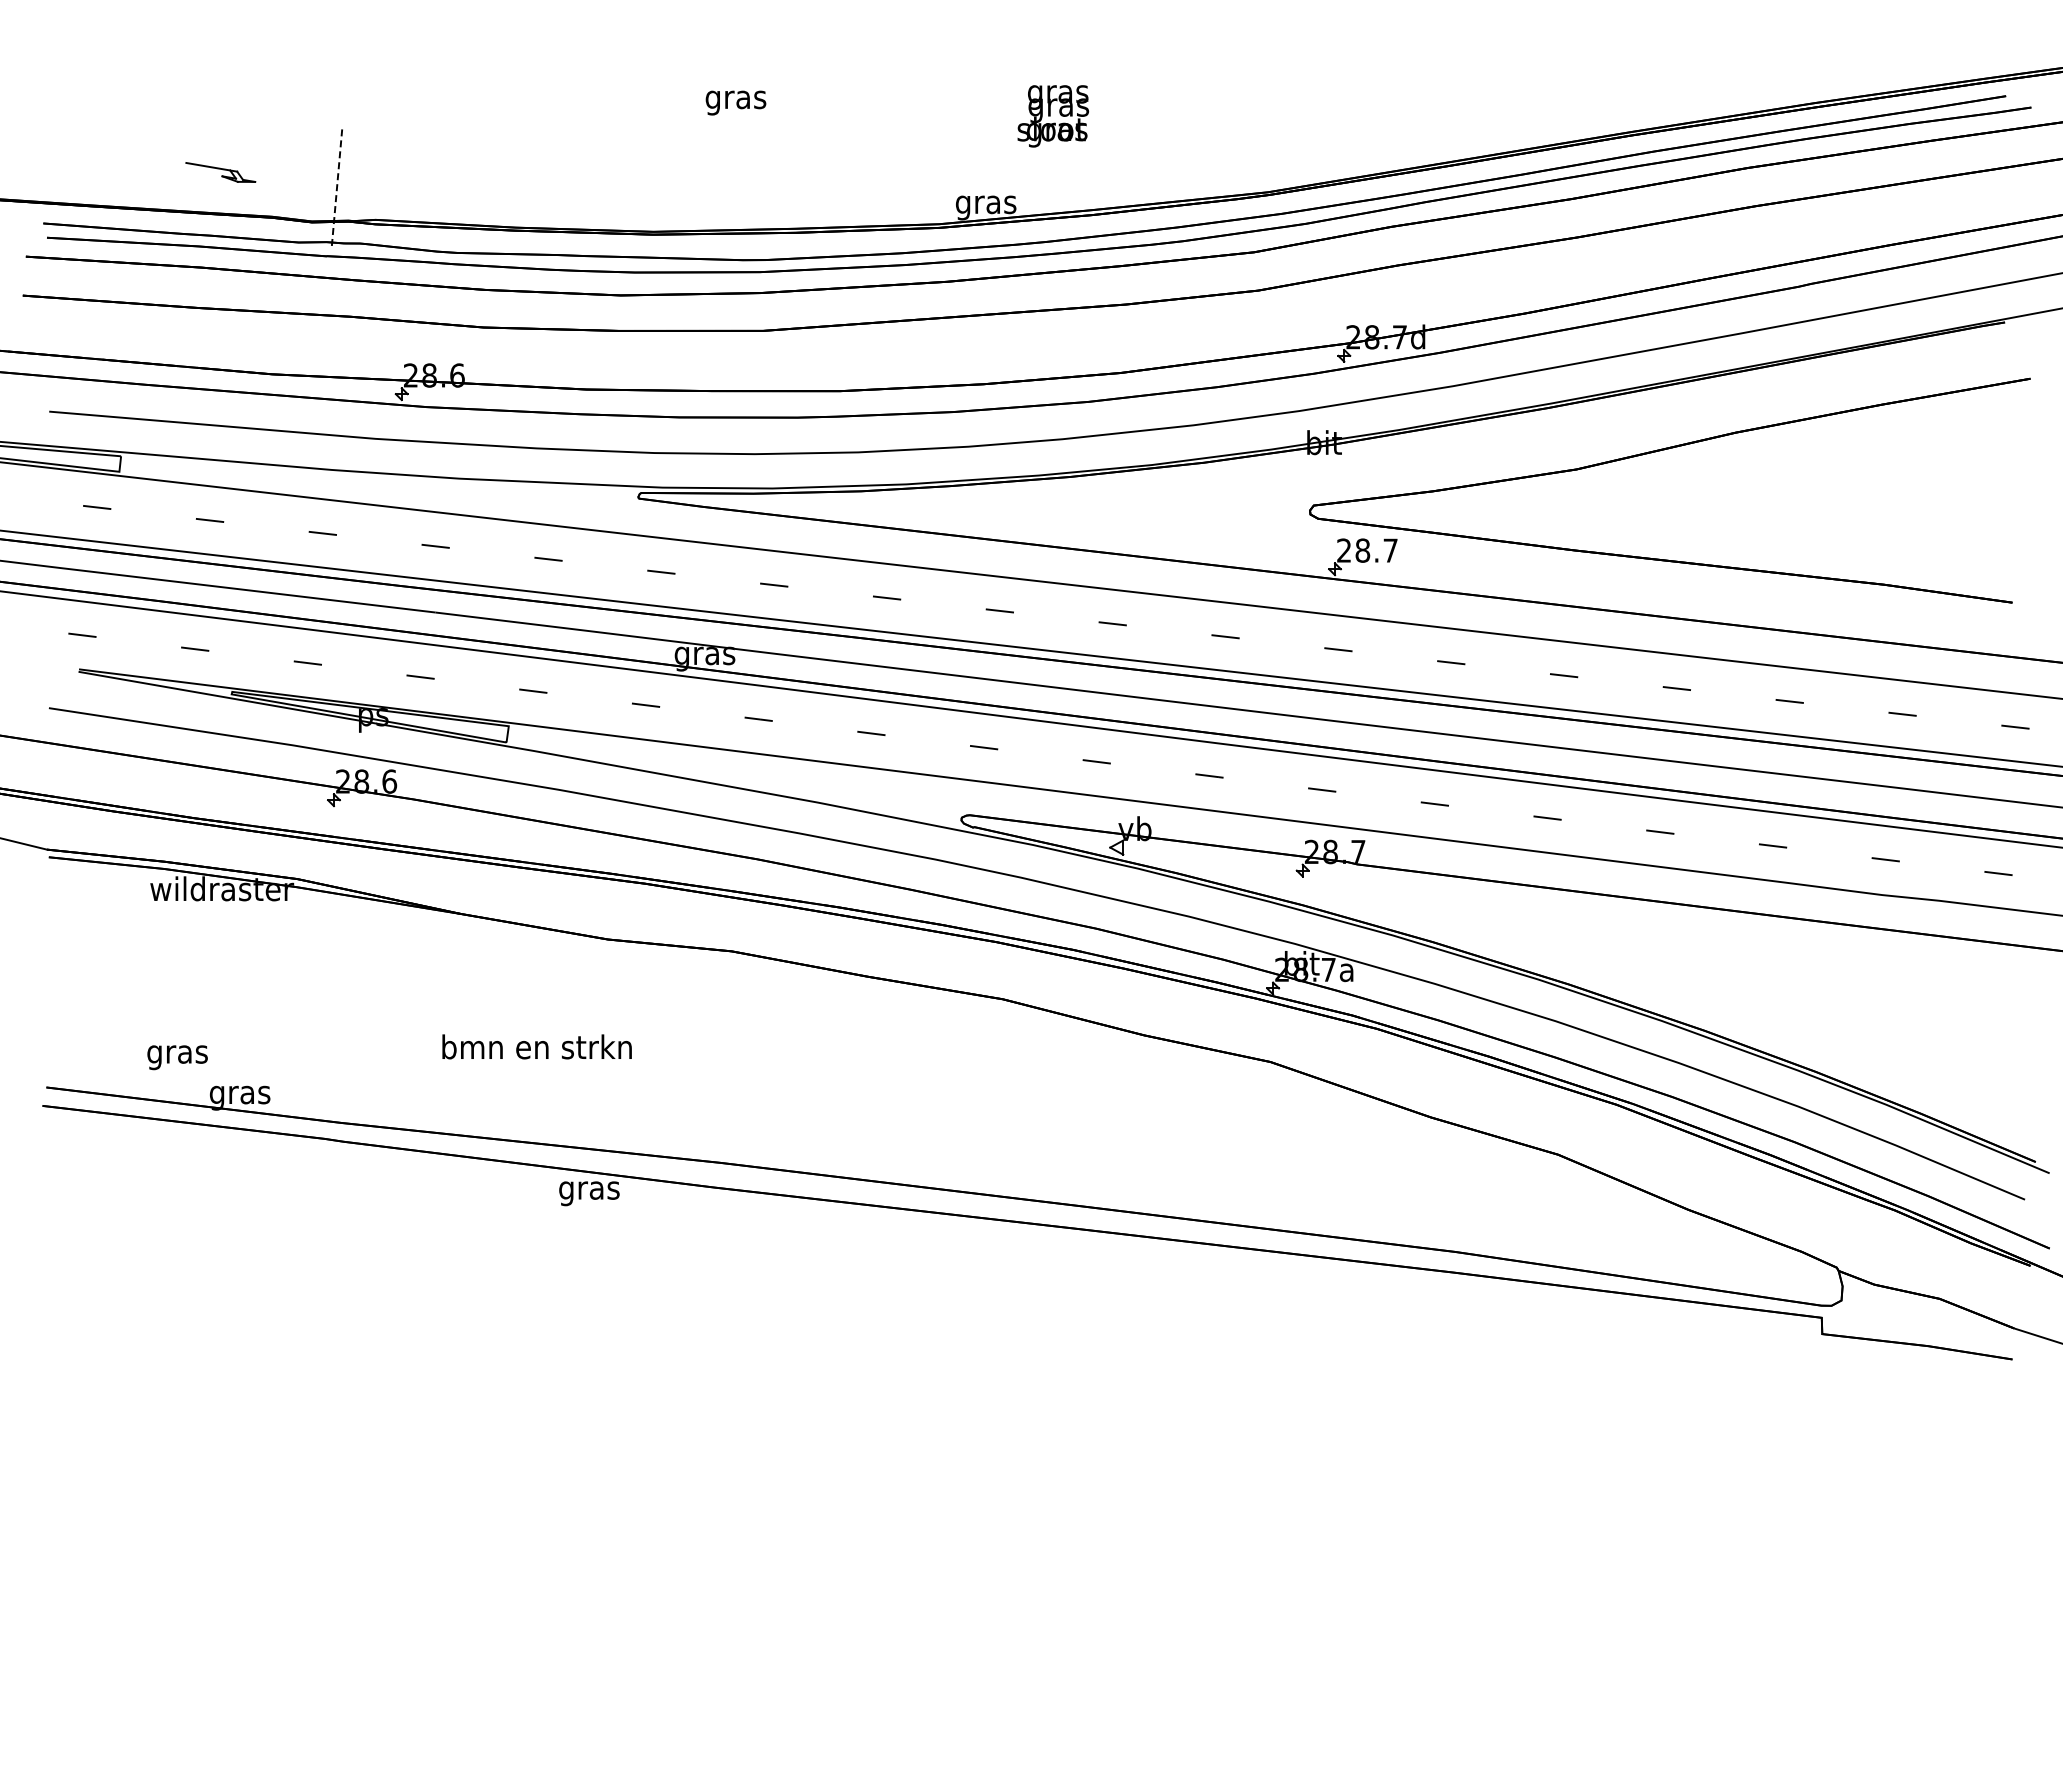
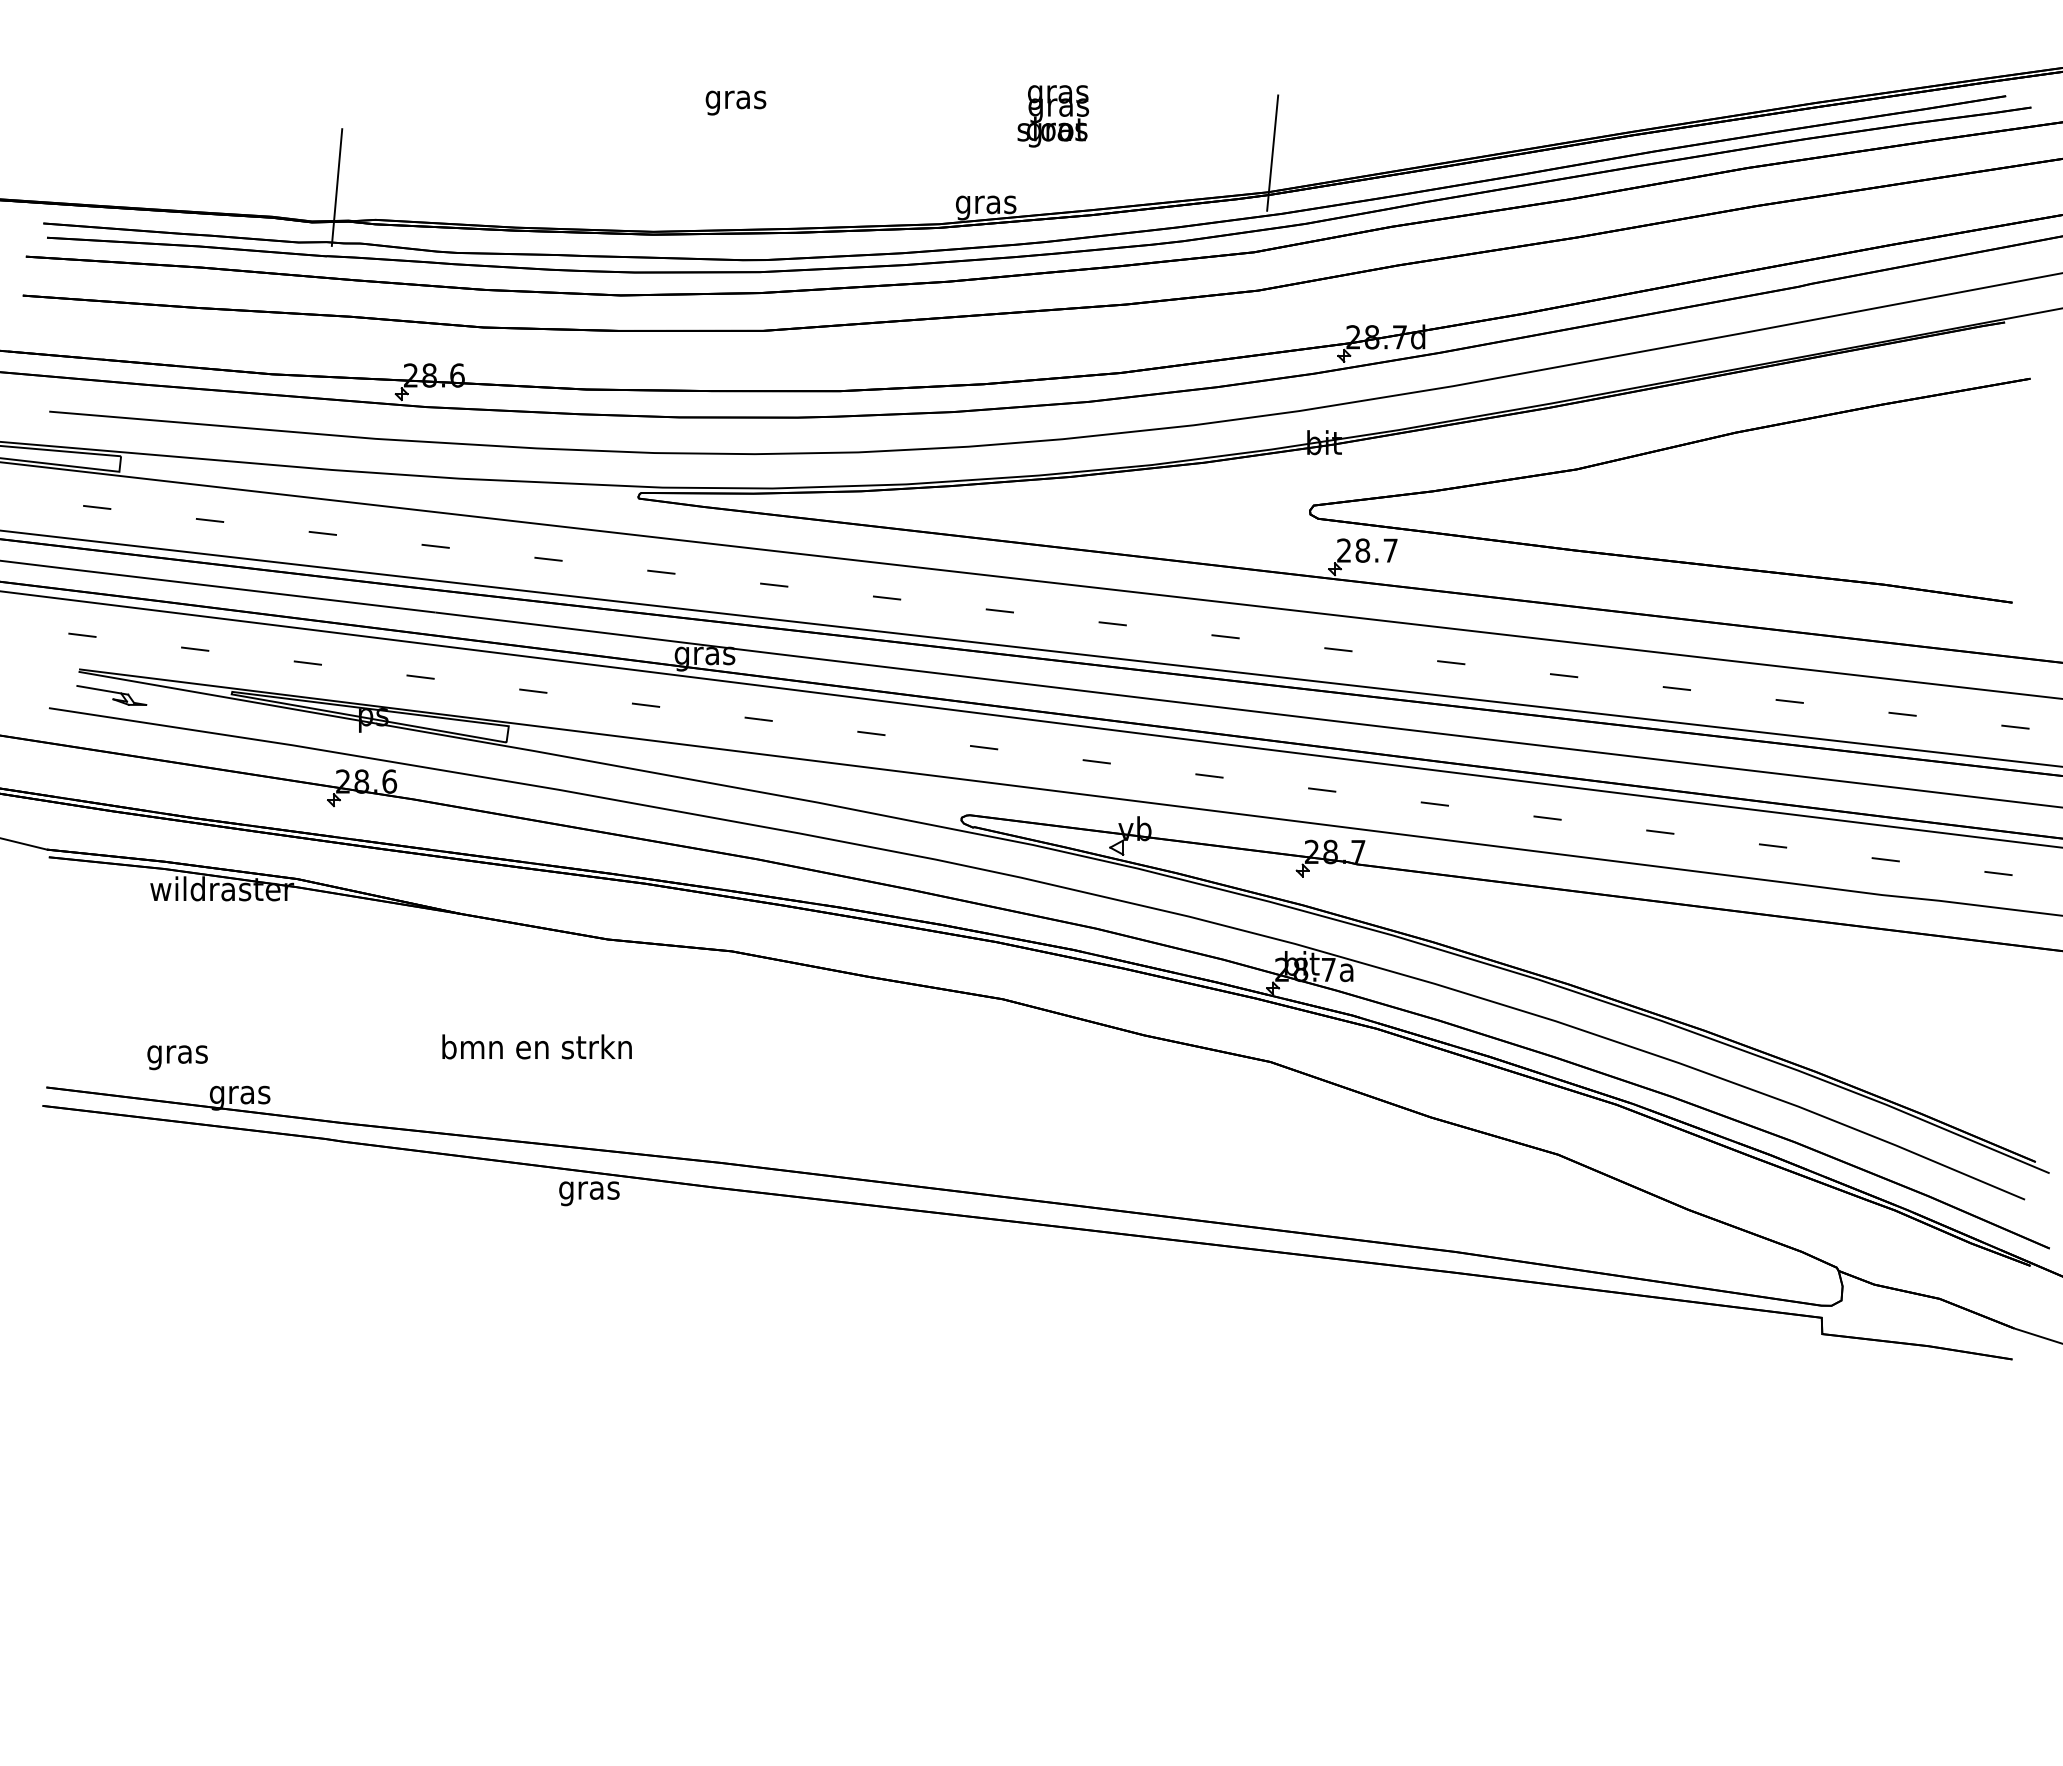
line at (1272, 152): none -> present
part at (220, 172) position: (220, 172) -> (111, 695)
line at (337, 187): dashed -> solid
